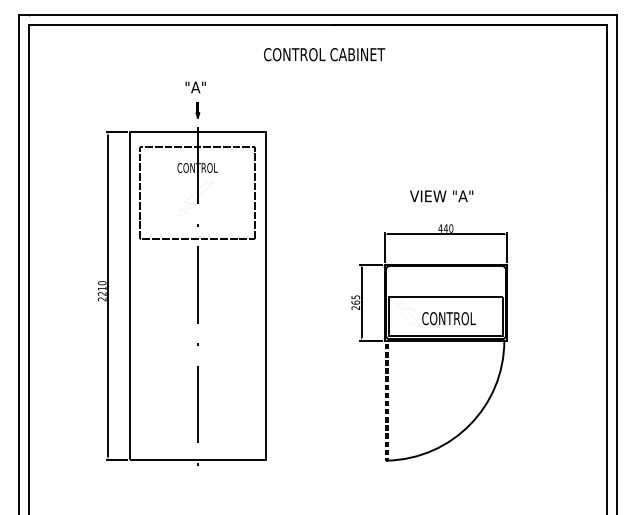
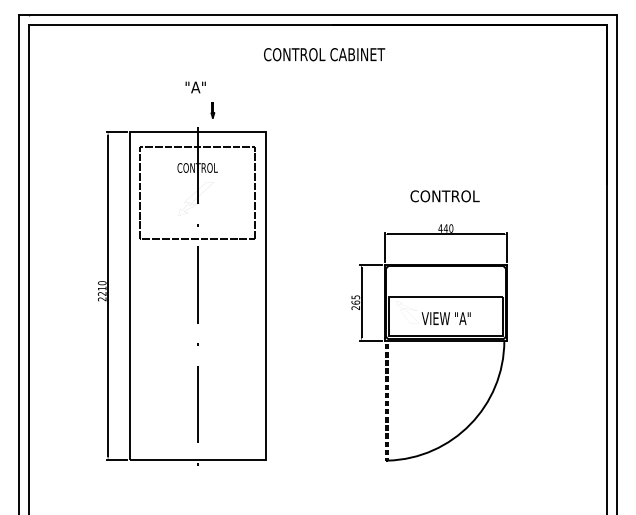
part at (197, 110) position: (197, 110) -> (212, 110)
text at (444, 196): VIEW "A" -> CONTROL
text at (448, 318): CONTROL -> VIEW "A"
